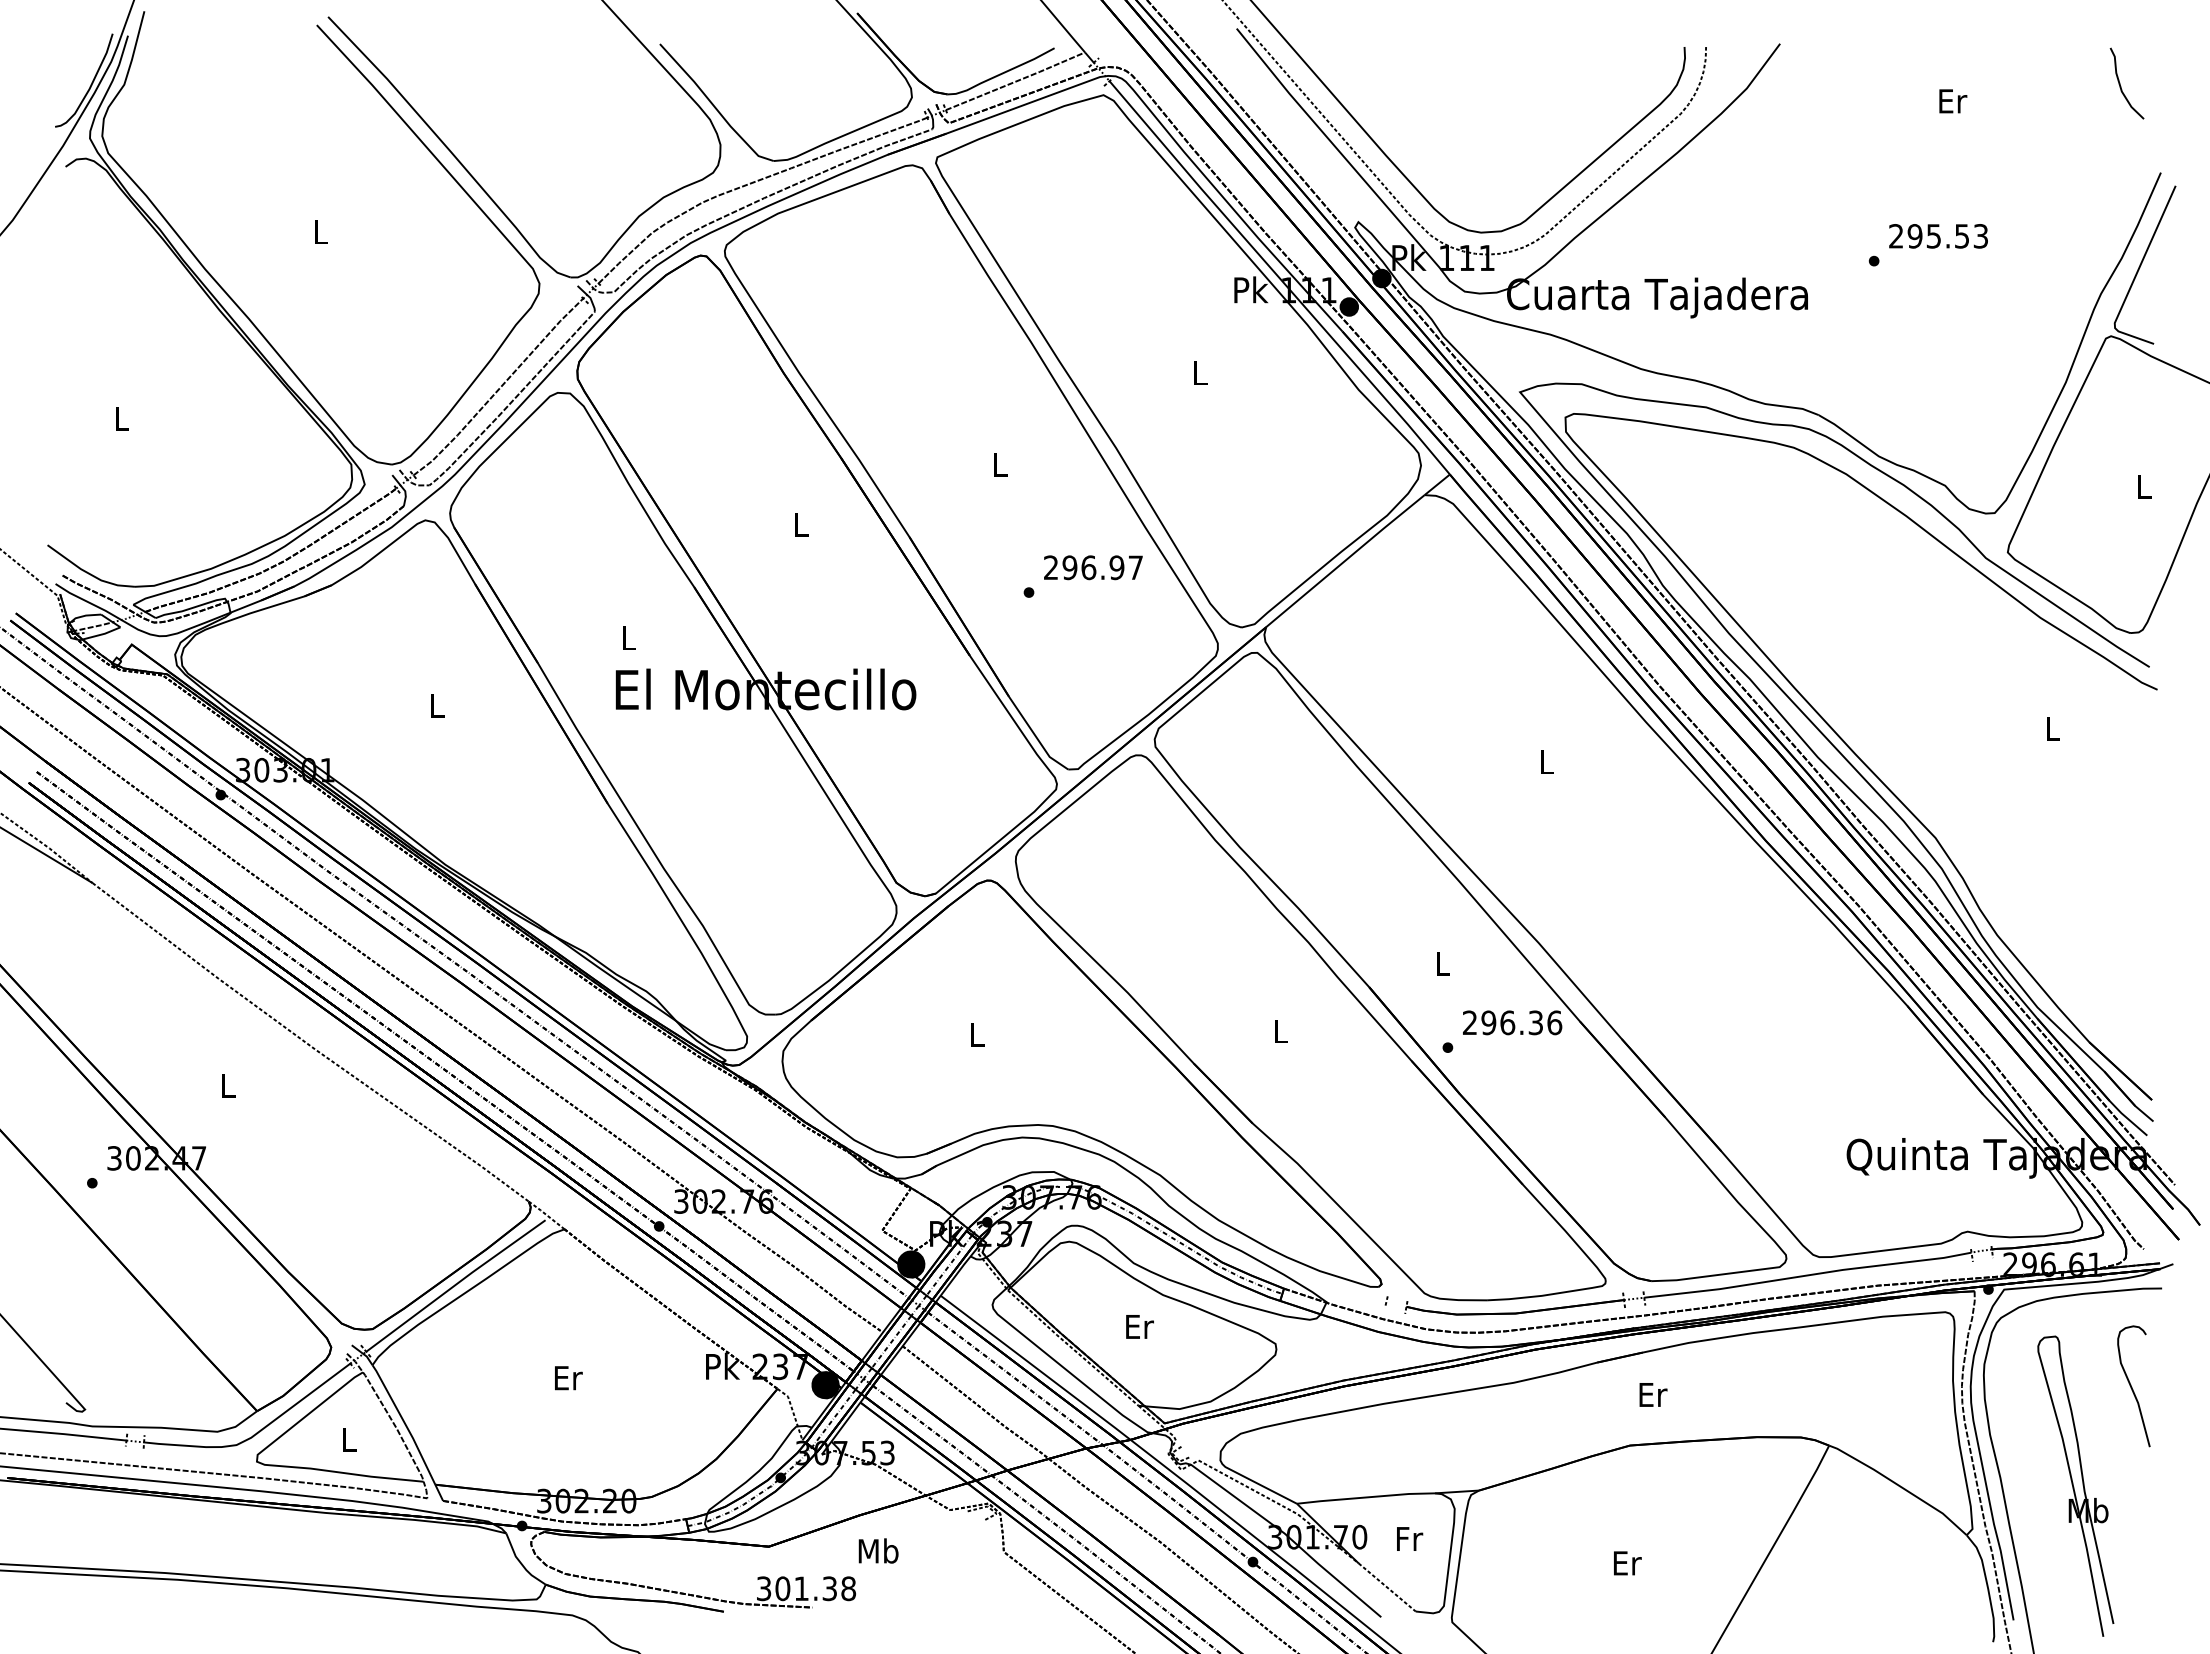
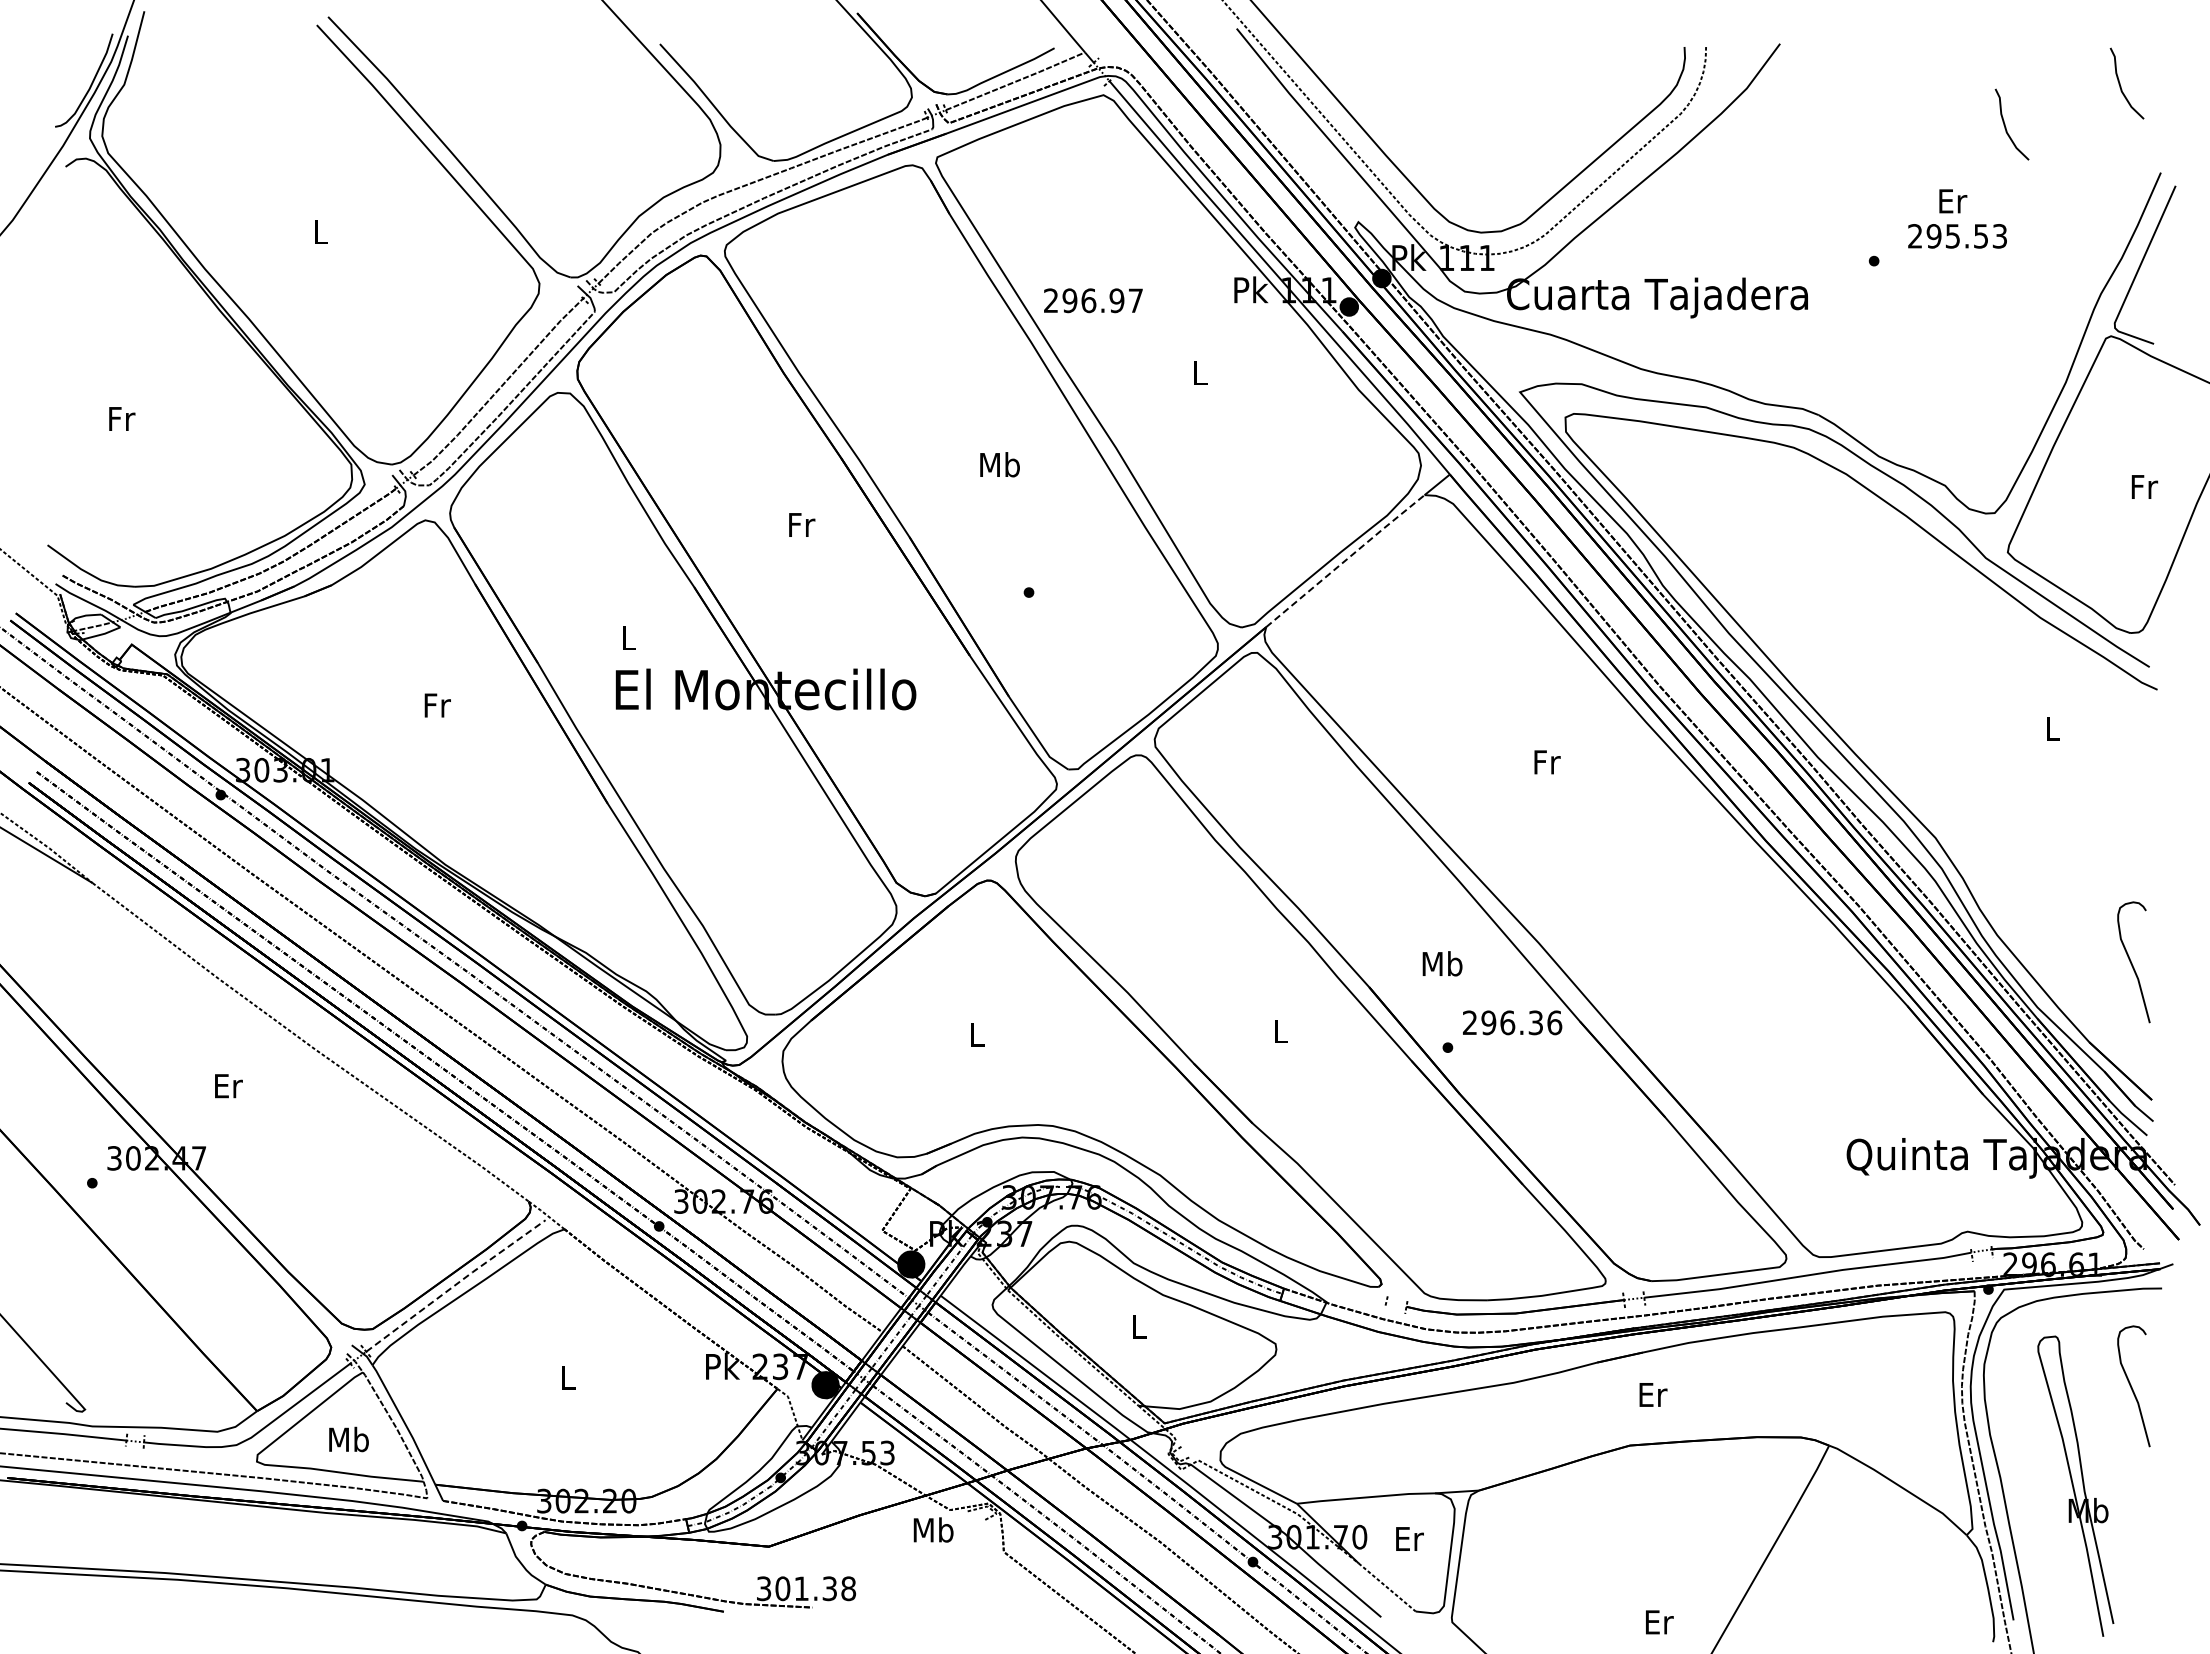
text at (1953, 101) position: (1953, 101) -> (1953, 201)
curve at (2006, 127): none -> present
text at (1938, 236) position: (1938, 236) -> (1957, 236)
text at (122, 418): L -> Fr
text at (999, 464): L -> Mb
text at (2144, 486): L -> Fr
text at (802, 524): L -> Fr
line at (1345, 560): solid -> dashed
text at (1093, 567) position: (1093, 567) -> (1093, 300)
text at (437, 705): L -> Fr
text at (1547, 762): L -> Fr
text at (1442, 963): L -> Mb
curve at (2132, 963): none -> present
text at (228, 1086): L -> Er
line at (455, 1284): solid -> dashed
text at (1139, 1326): Er -> L
text at (568, 1378): Er -> L
text at (348, 1439): L -> Mb
text at (1409, 1538): Fr -> Er
text at (878, 1550) position: (878, 1550) -> (933, 1529)
text at (1627, 1563) position: (1627, 1563) -> (1659, 1622)
